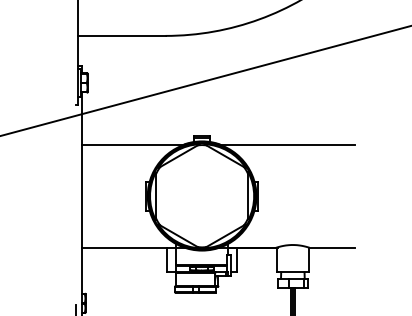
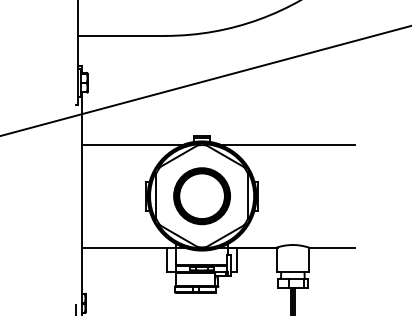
part at (201, 196): none -> present
